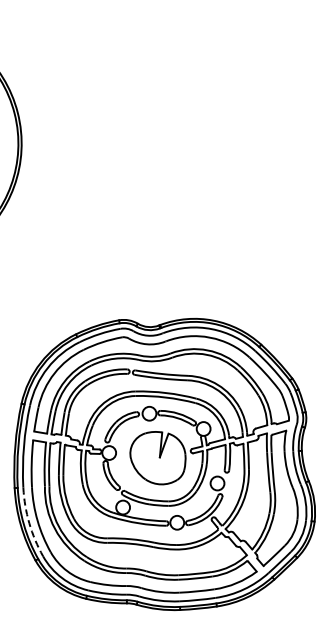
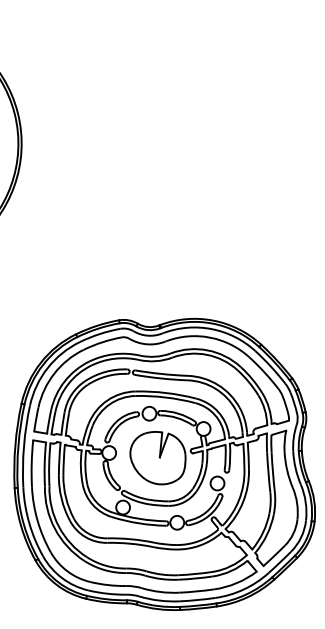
arc at (29, 523): dashed -> solid
